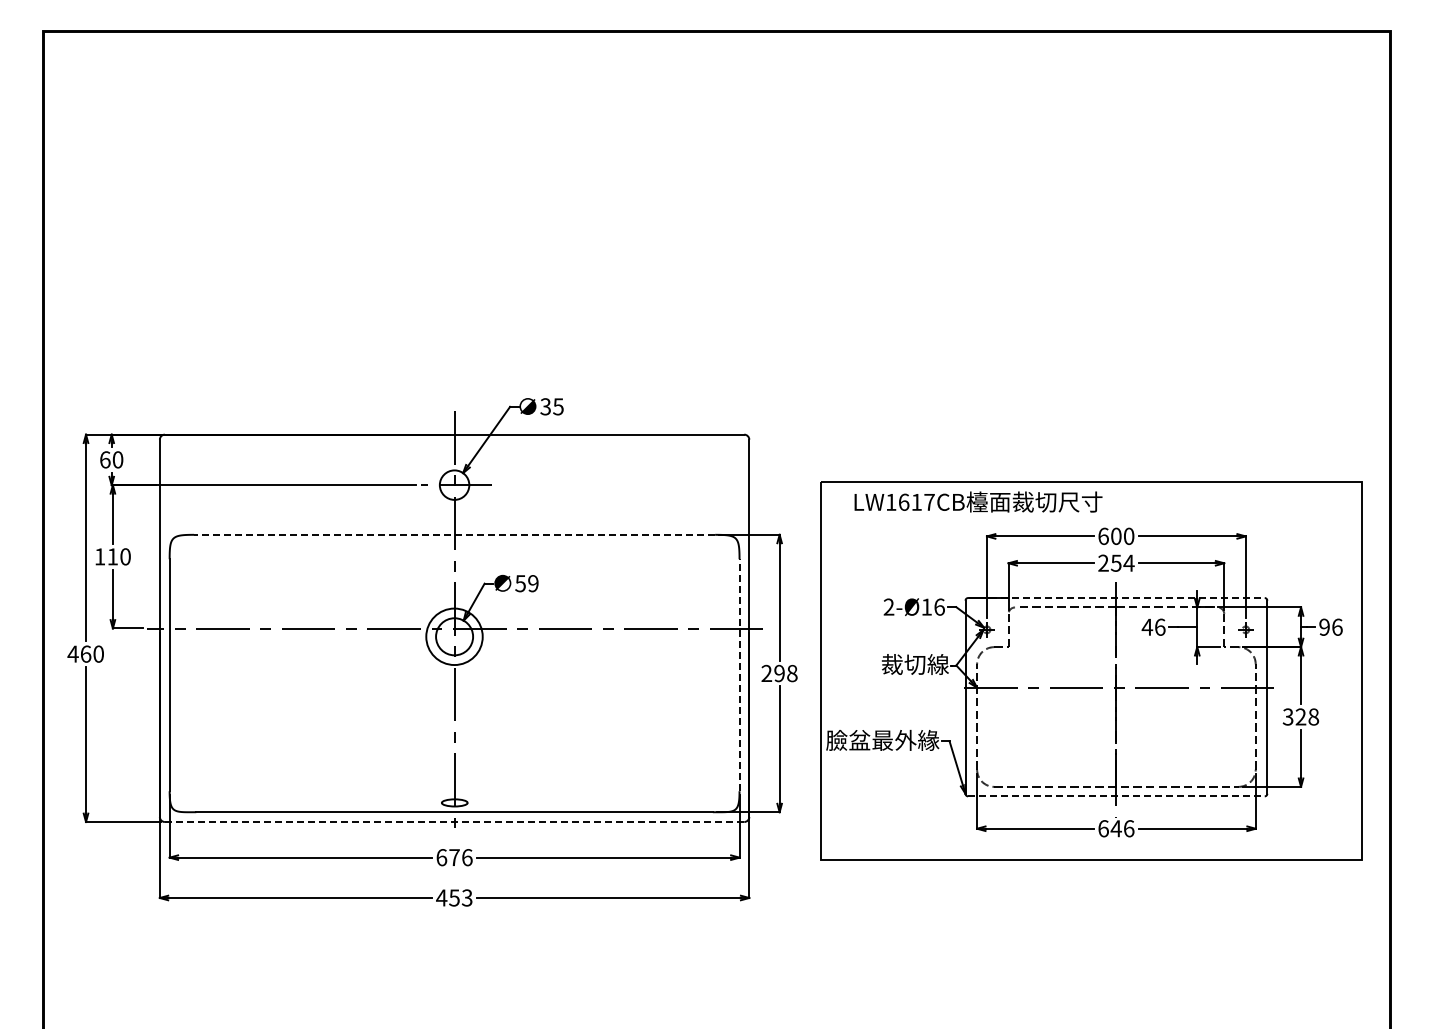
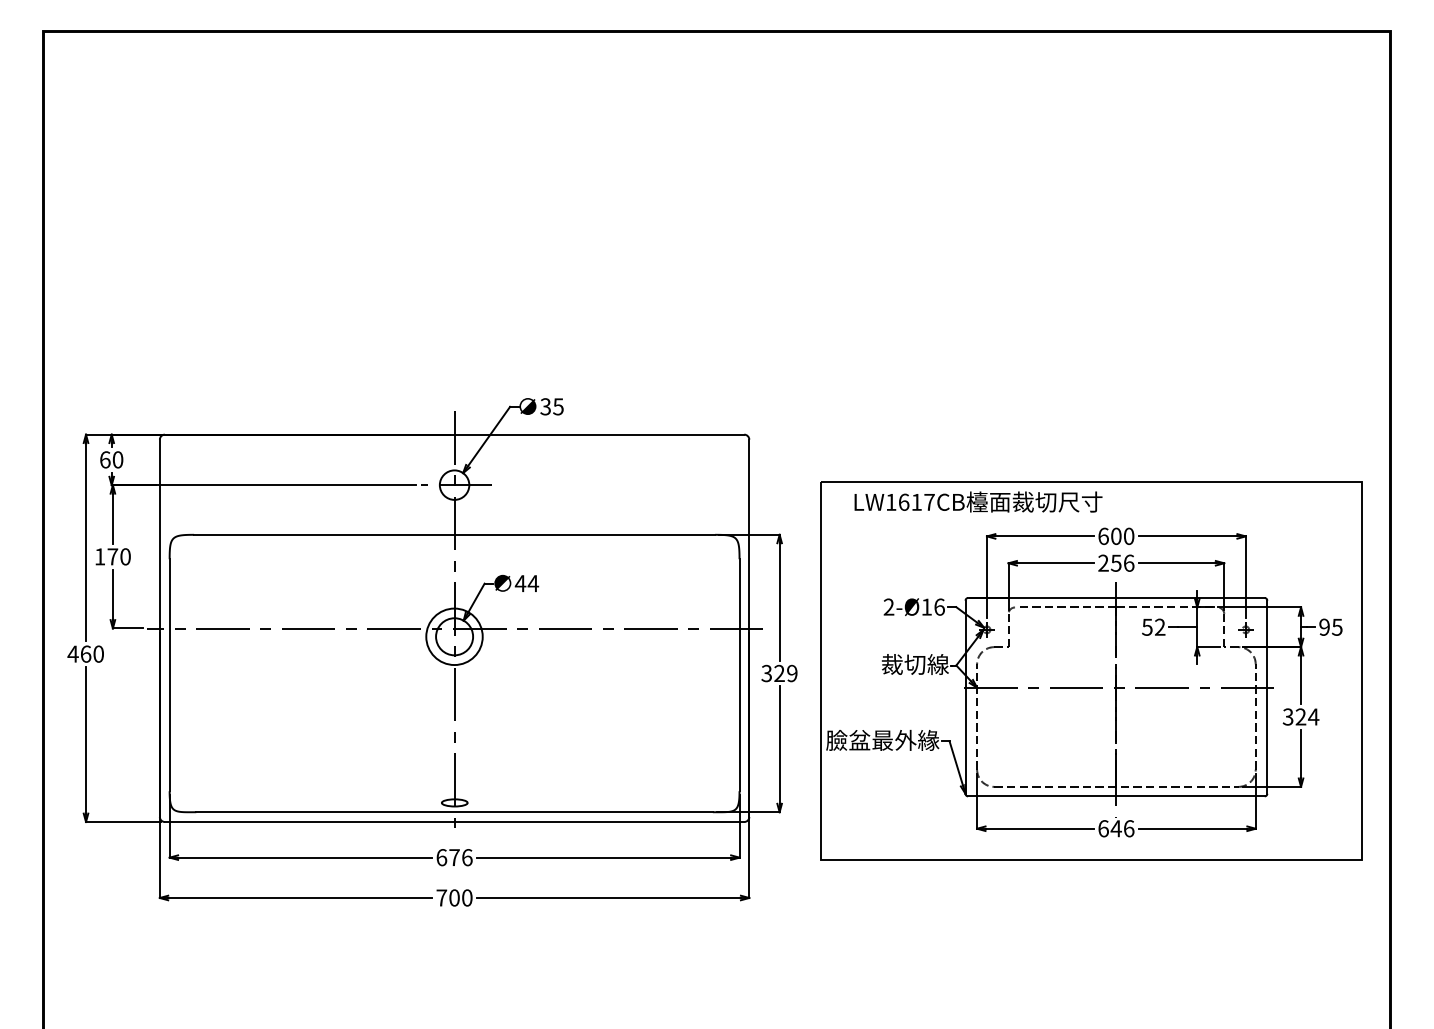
line at (454, 534): dashed -> solid
text at (112, 556): 110 -> 170
text at (1128, 562): 254 -> 256
text at (526, 583): 59 -> 44
line at (1116, 598): dashed -> solid
text at (1153, 626): 46 -> 52
text at (1336, 626): 96 -> 95
text at (779, 673): 298 -> 329
line at (739, 675): dashed -> solid
text at (1313, 716): 328 -> 324
line at (1116, 796): dashed -> solid
line at (454, 822): dashed -> solid
text at (454, 897): 453 -> 700
